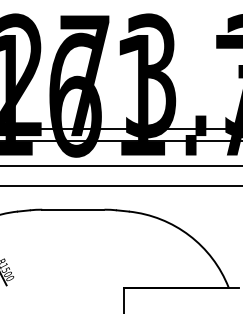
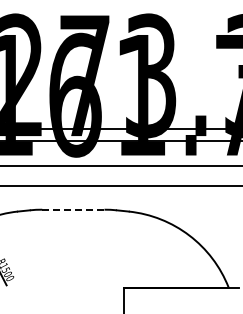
line at (72, 209): solid -> dashed
